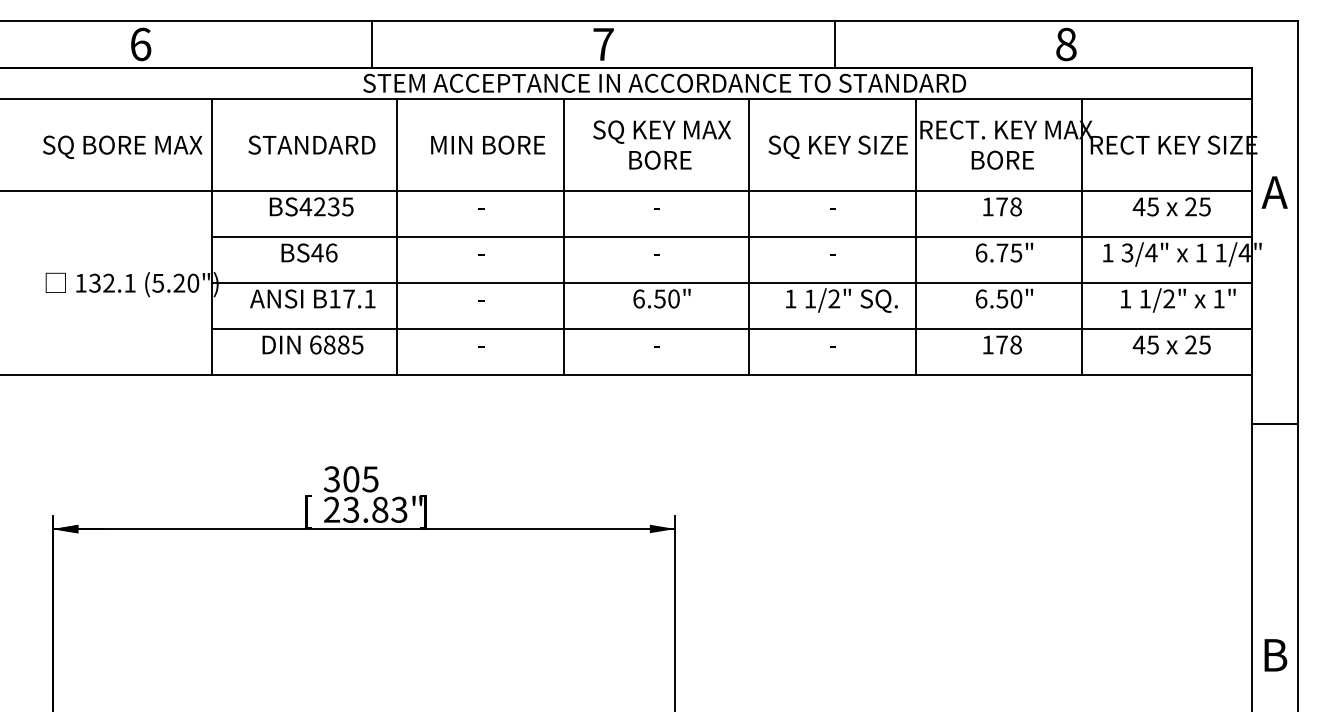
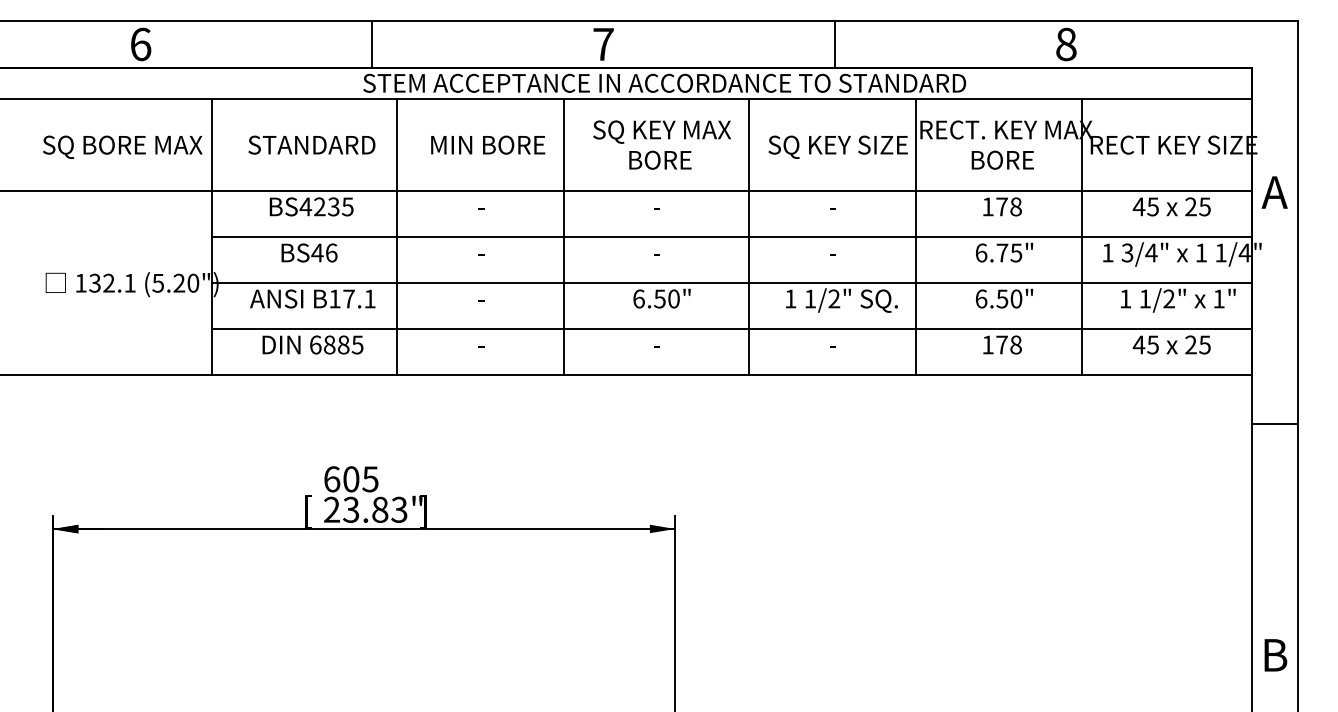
text at (331, 479): 305 -> 605
